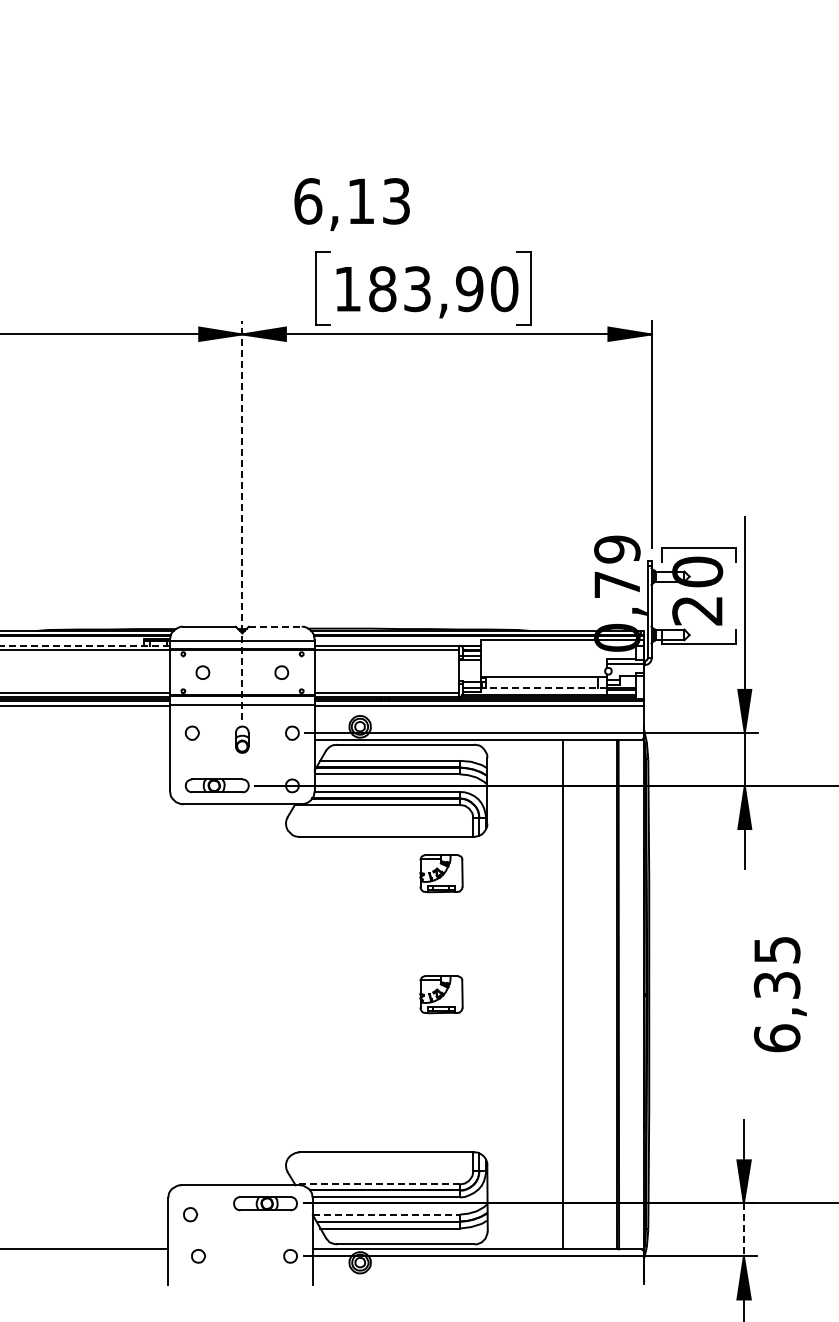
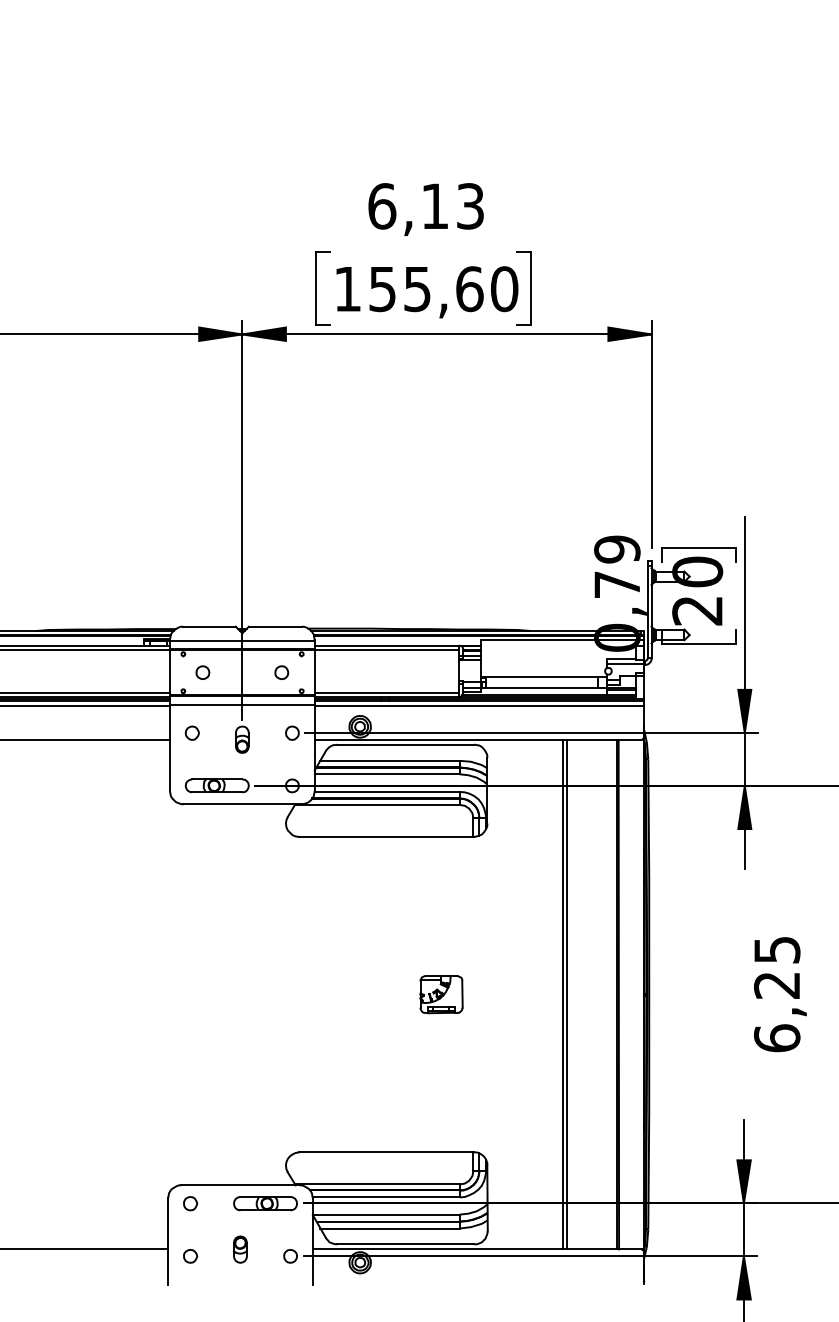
text at (351, 204) position: (351, 204) -> (425, 209)
text at (426, 289): 183,90 -> 155,60
line at (242, 520): dashed -> solid
line at (275, 626): dashed -> solid
line at (85, 645): dashed -> solid
line at (543, 688): dashed -> solid
line at (85, 739): none -> present
part at (441, 873): present -> none
text at (777, 985): 6,35 -> 6,25
line at (567, 994): none -> present
line at (377, 1184): dashed -> solid
part at (190, 1214) position: (190, 1214) -> (190, 1203)
line at (386, 1214): dashed -> solid
line at (743, 1230): dashed -> solid
part at (239, 1249): none -> present
part at (198, 1256) position: (198, 1256) -> (190, 1256)
